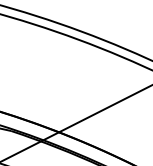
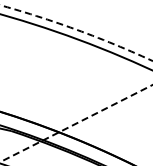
arc at (77, 30): solid -> dashed
line at (77, 123): solid -> dashed
